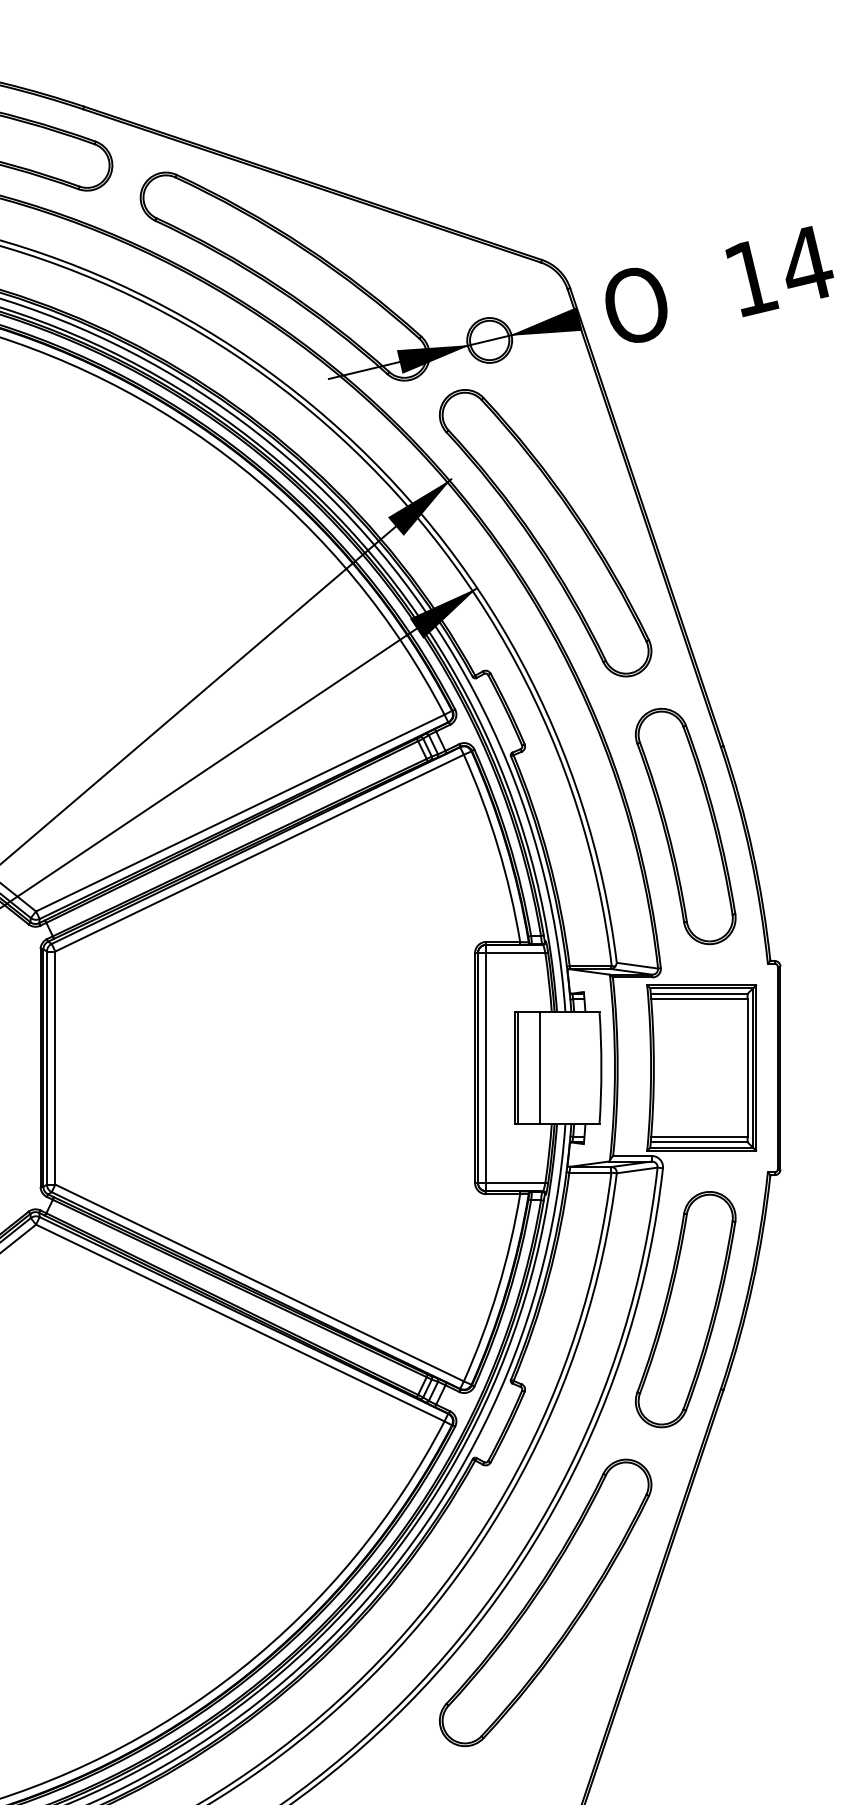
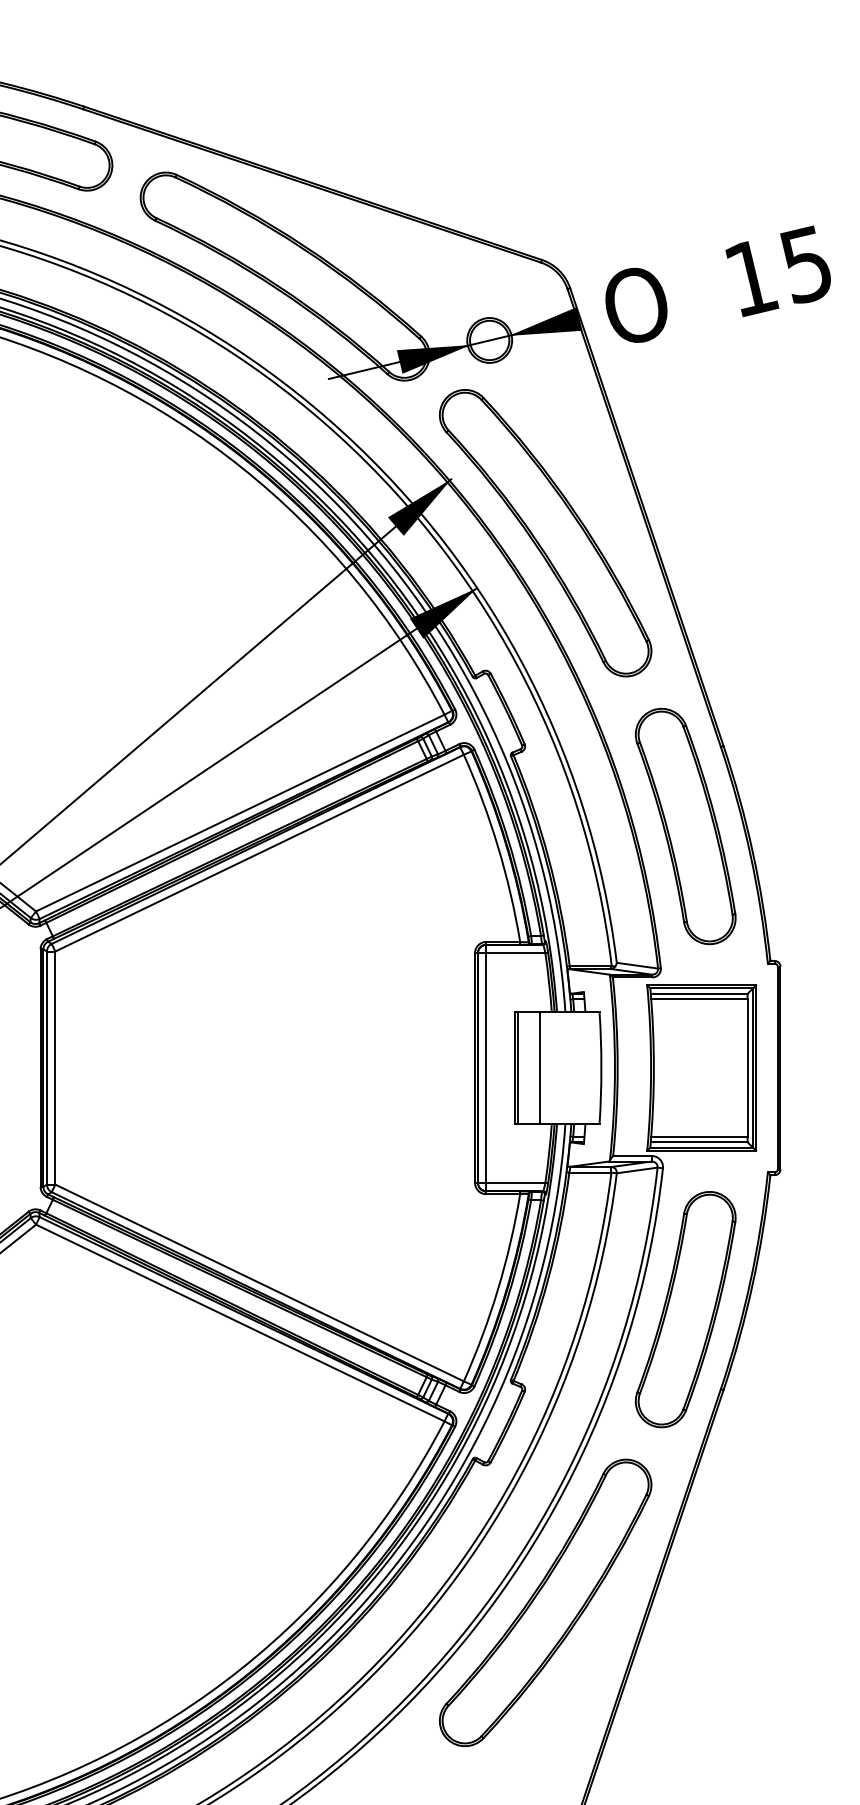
text at (807, 264): 14 -> 15
